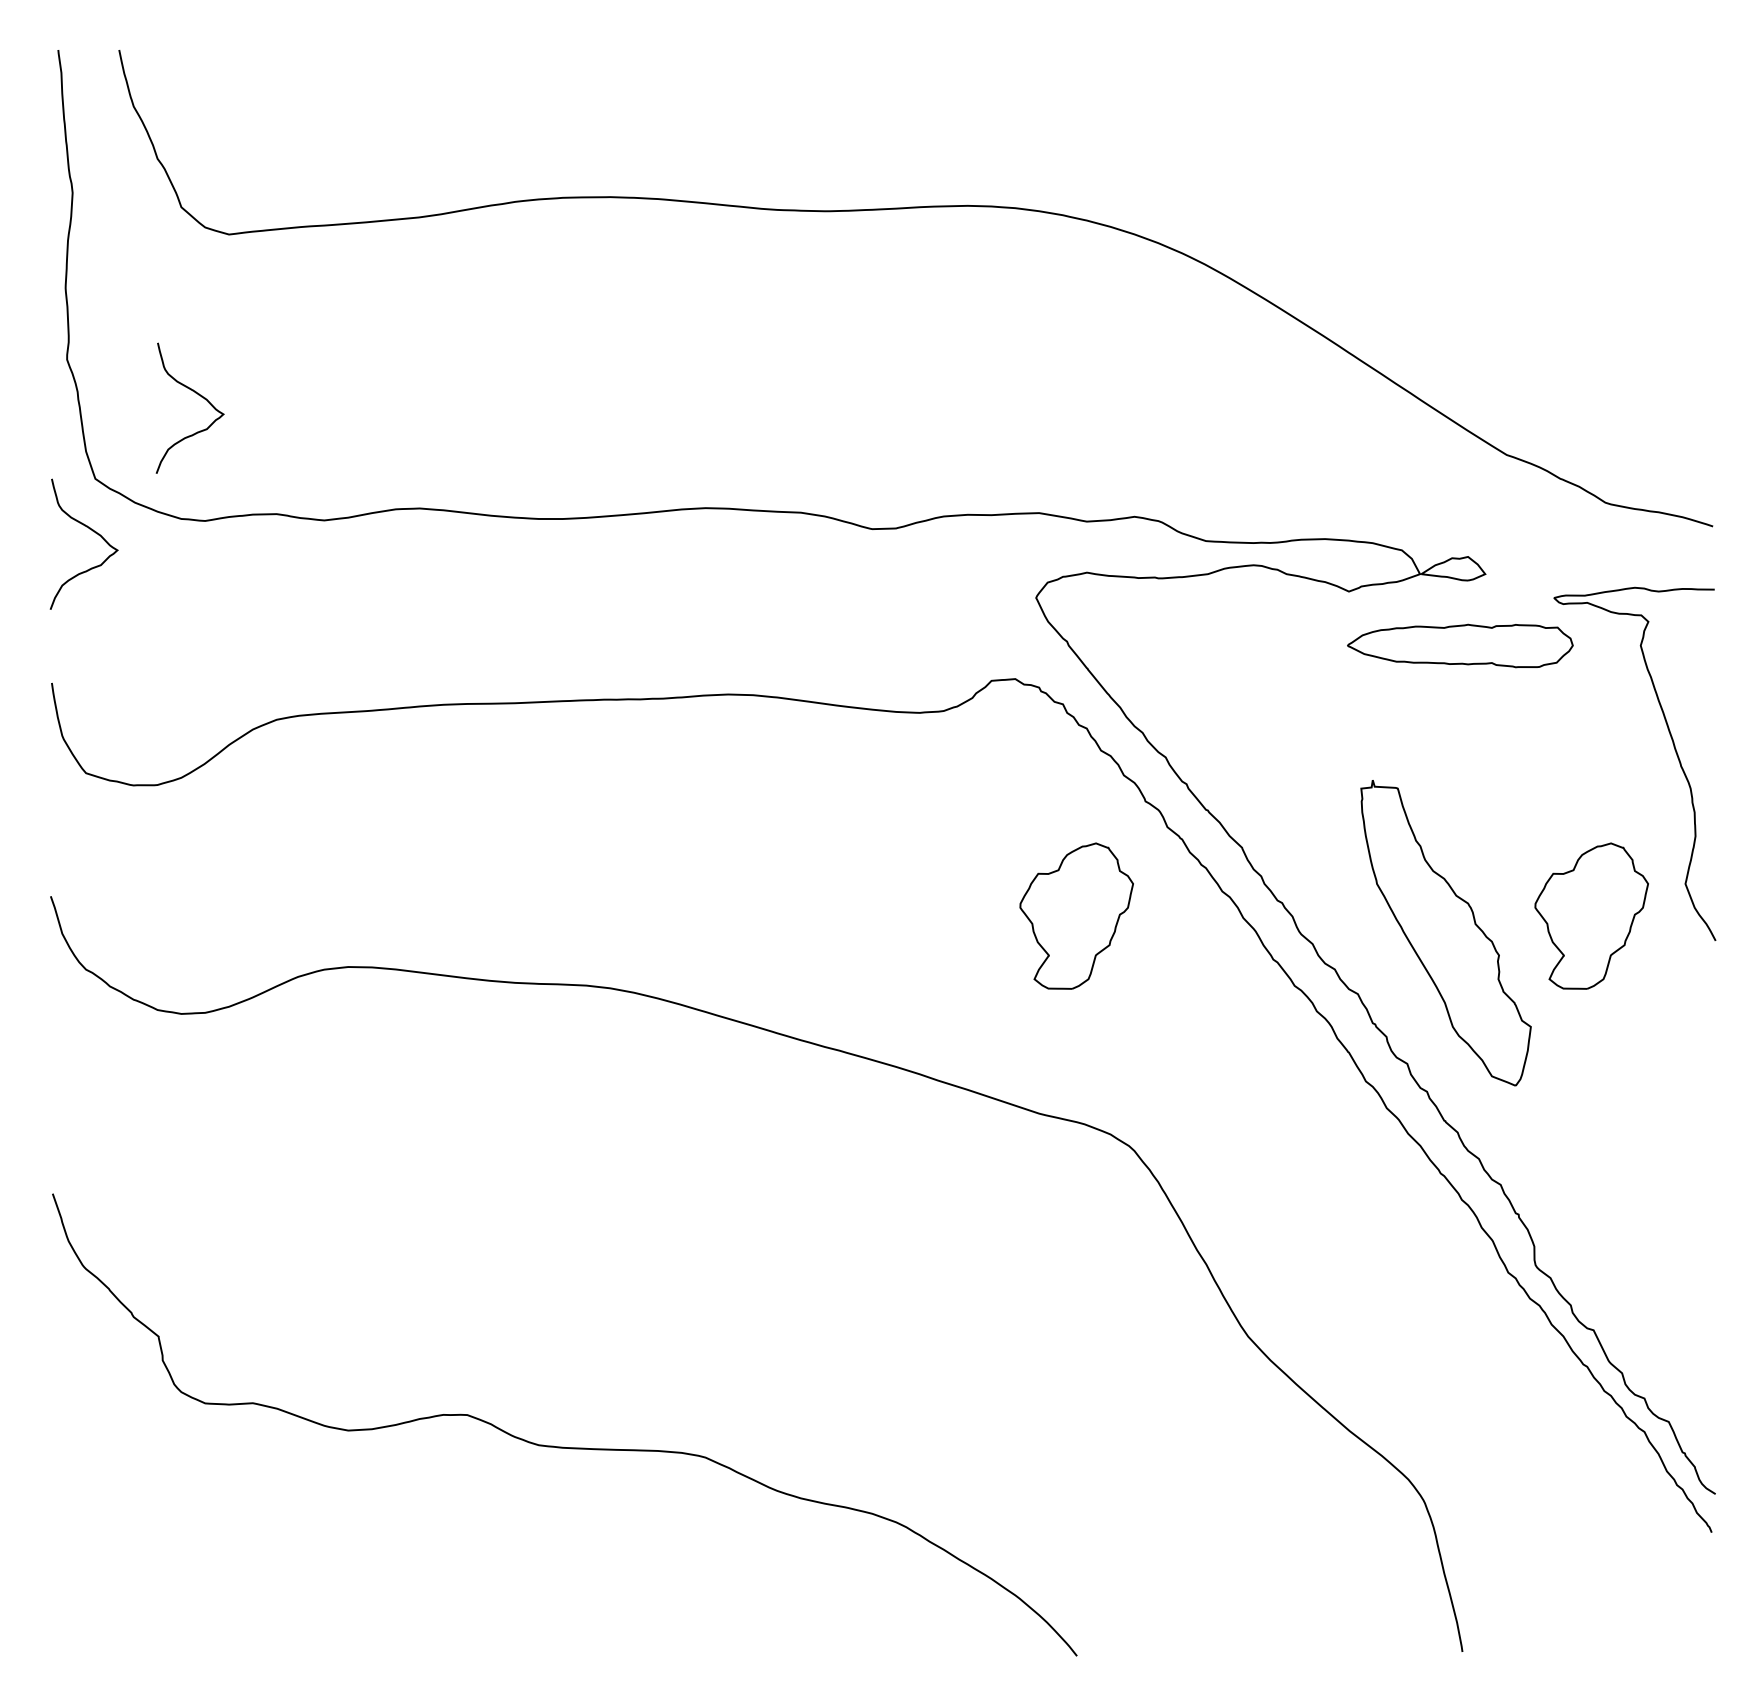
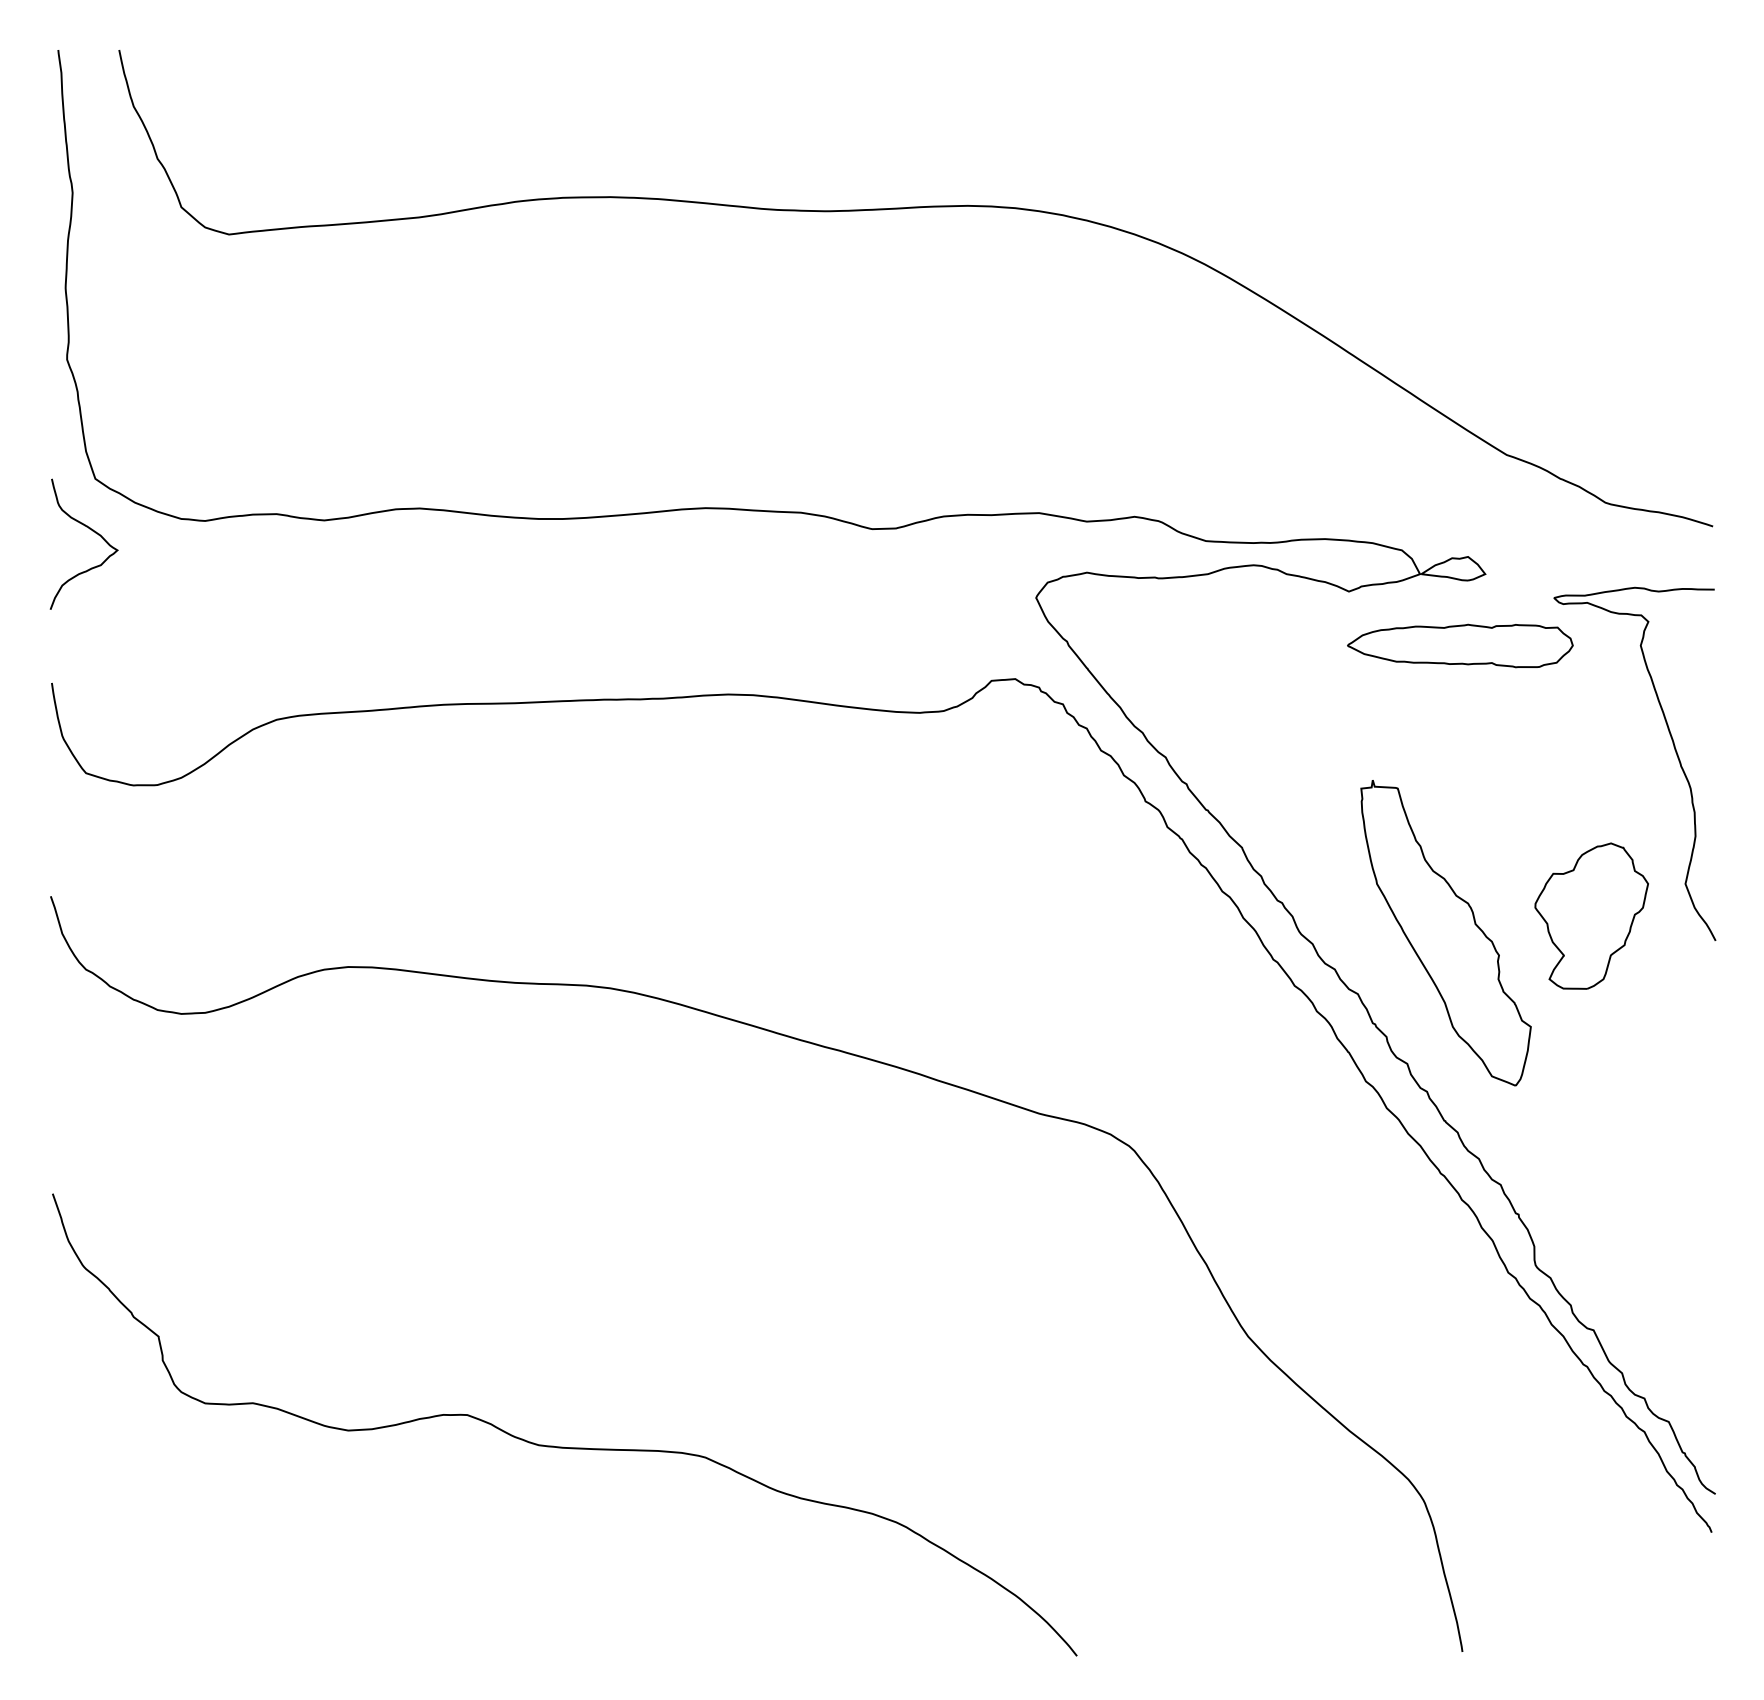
curve at (198, 395): present -> none
part at (1076, 915): present -> none
